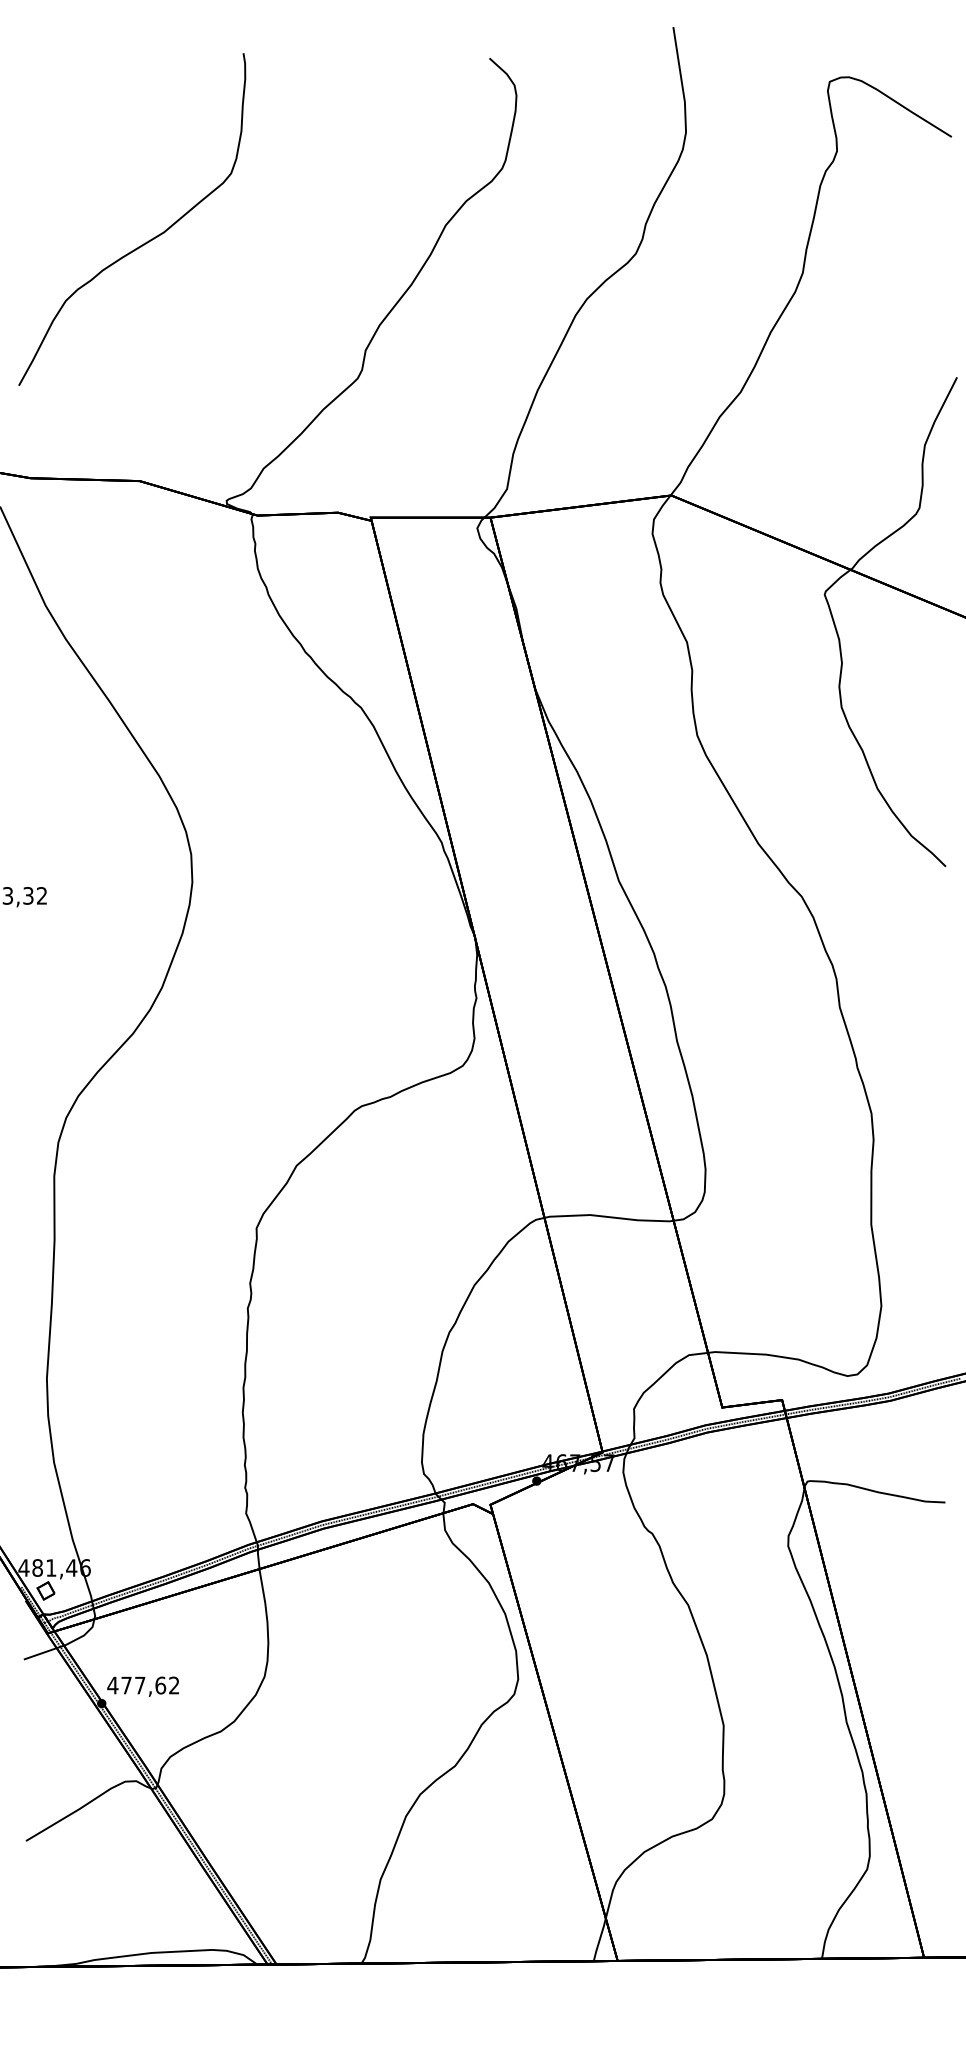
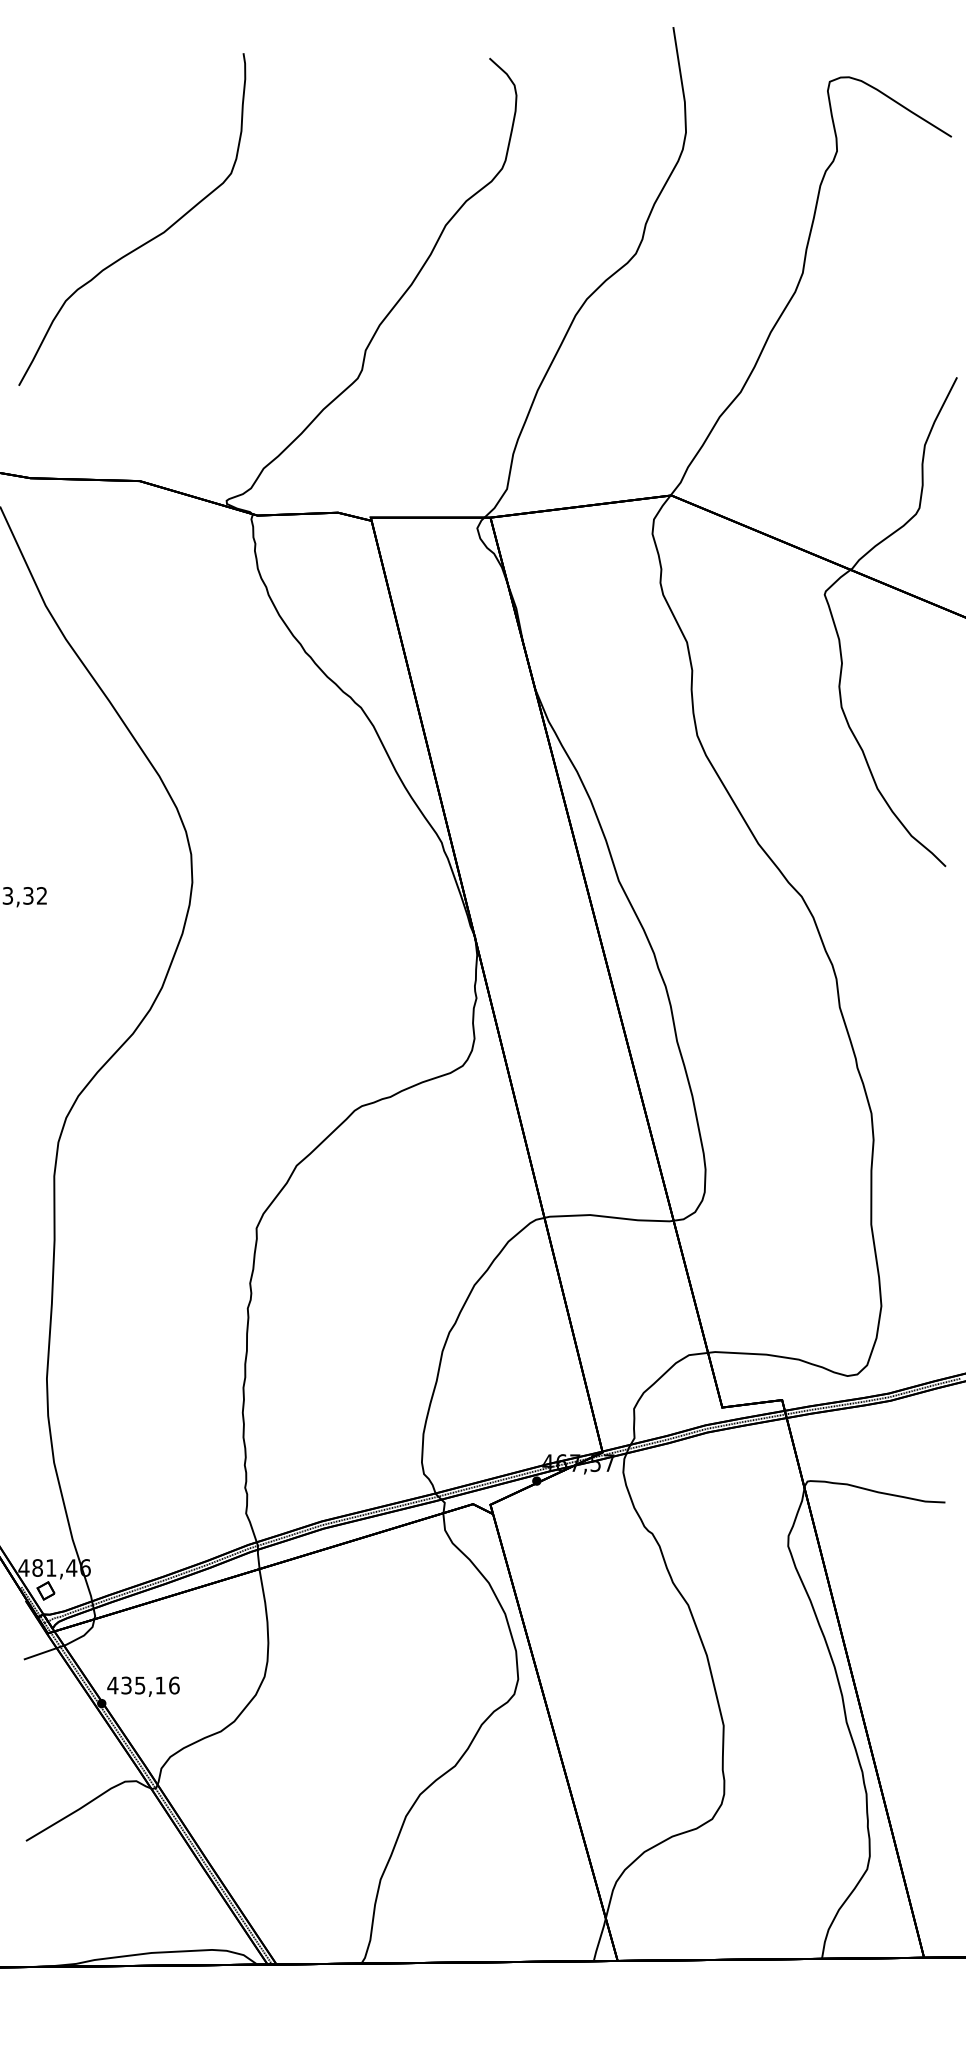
text at (150, 1685): 477,62 -> 435,16
